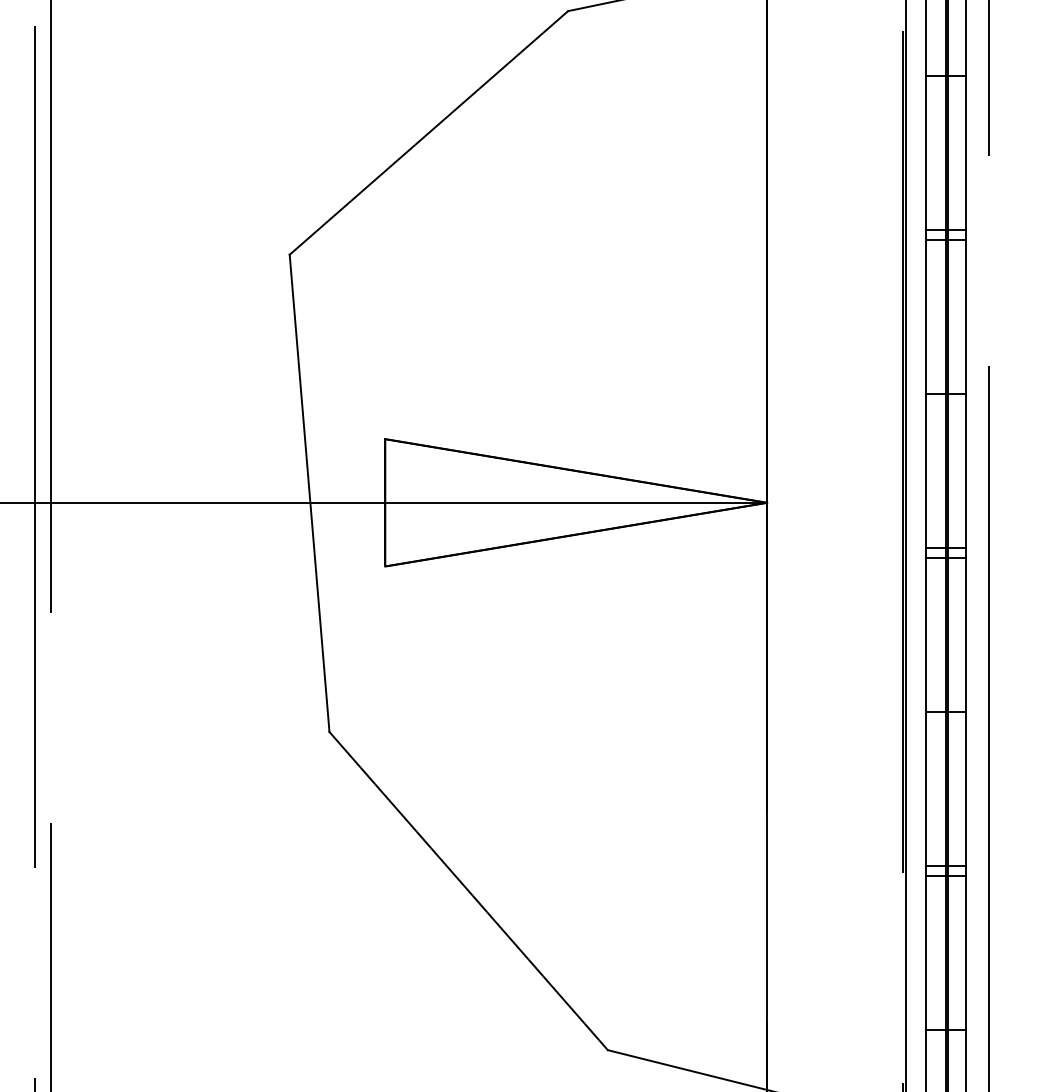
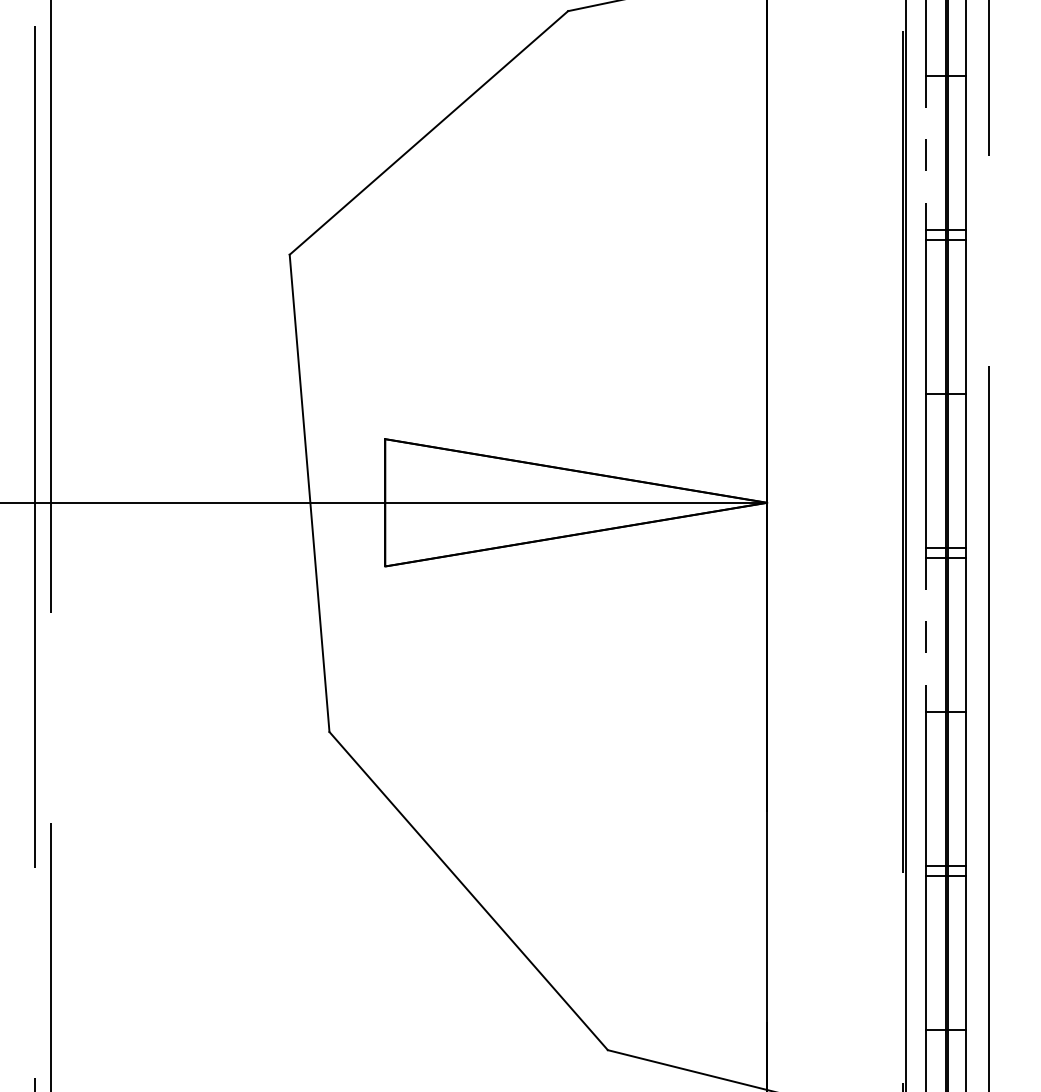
line at (926, 153): solid -> dashed
line at (926, 635): solid -> dashed
